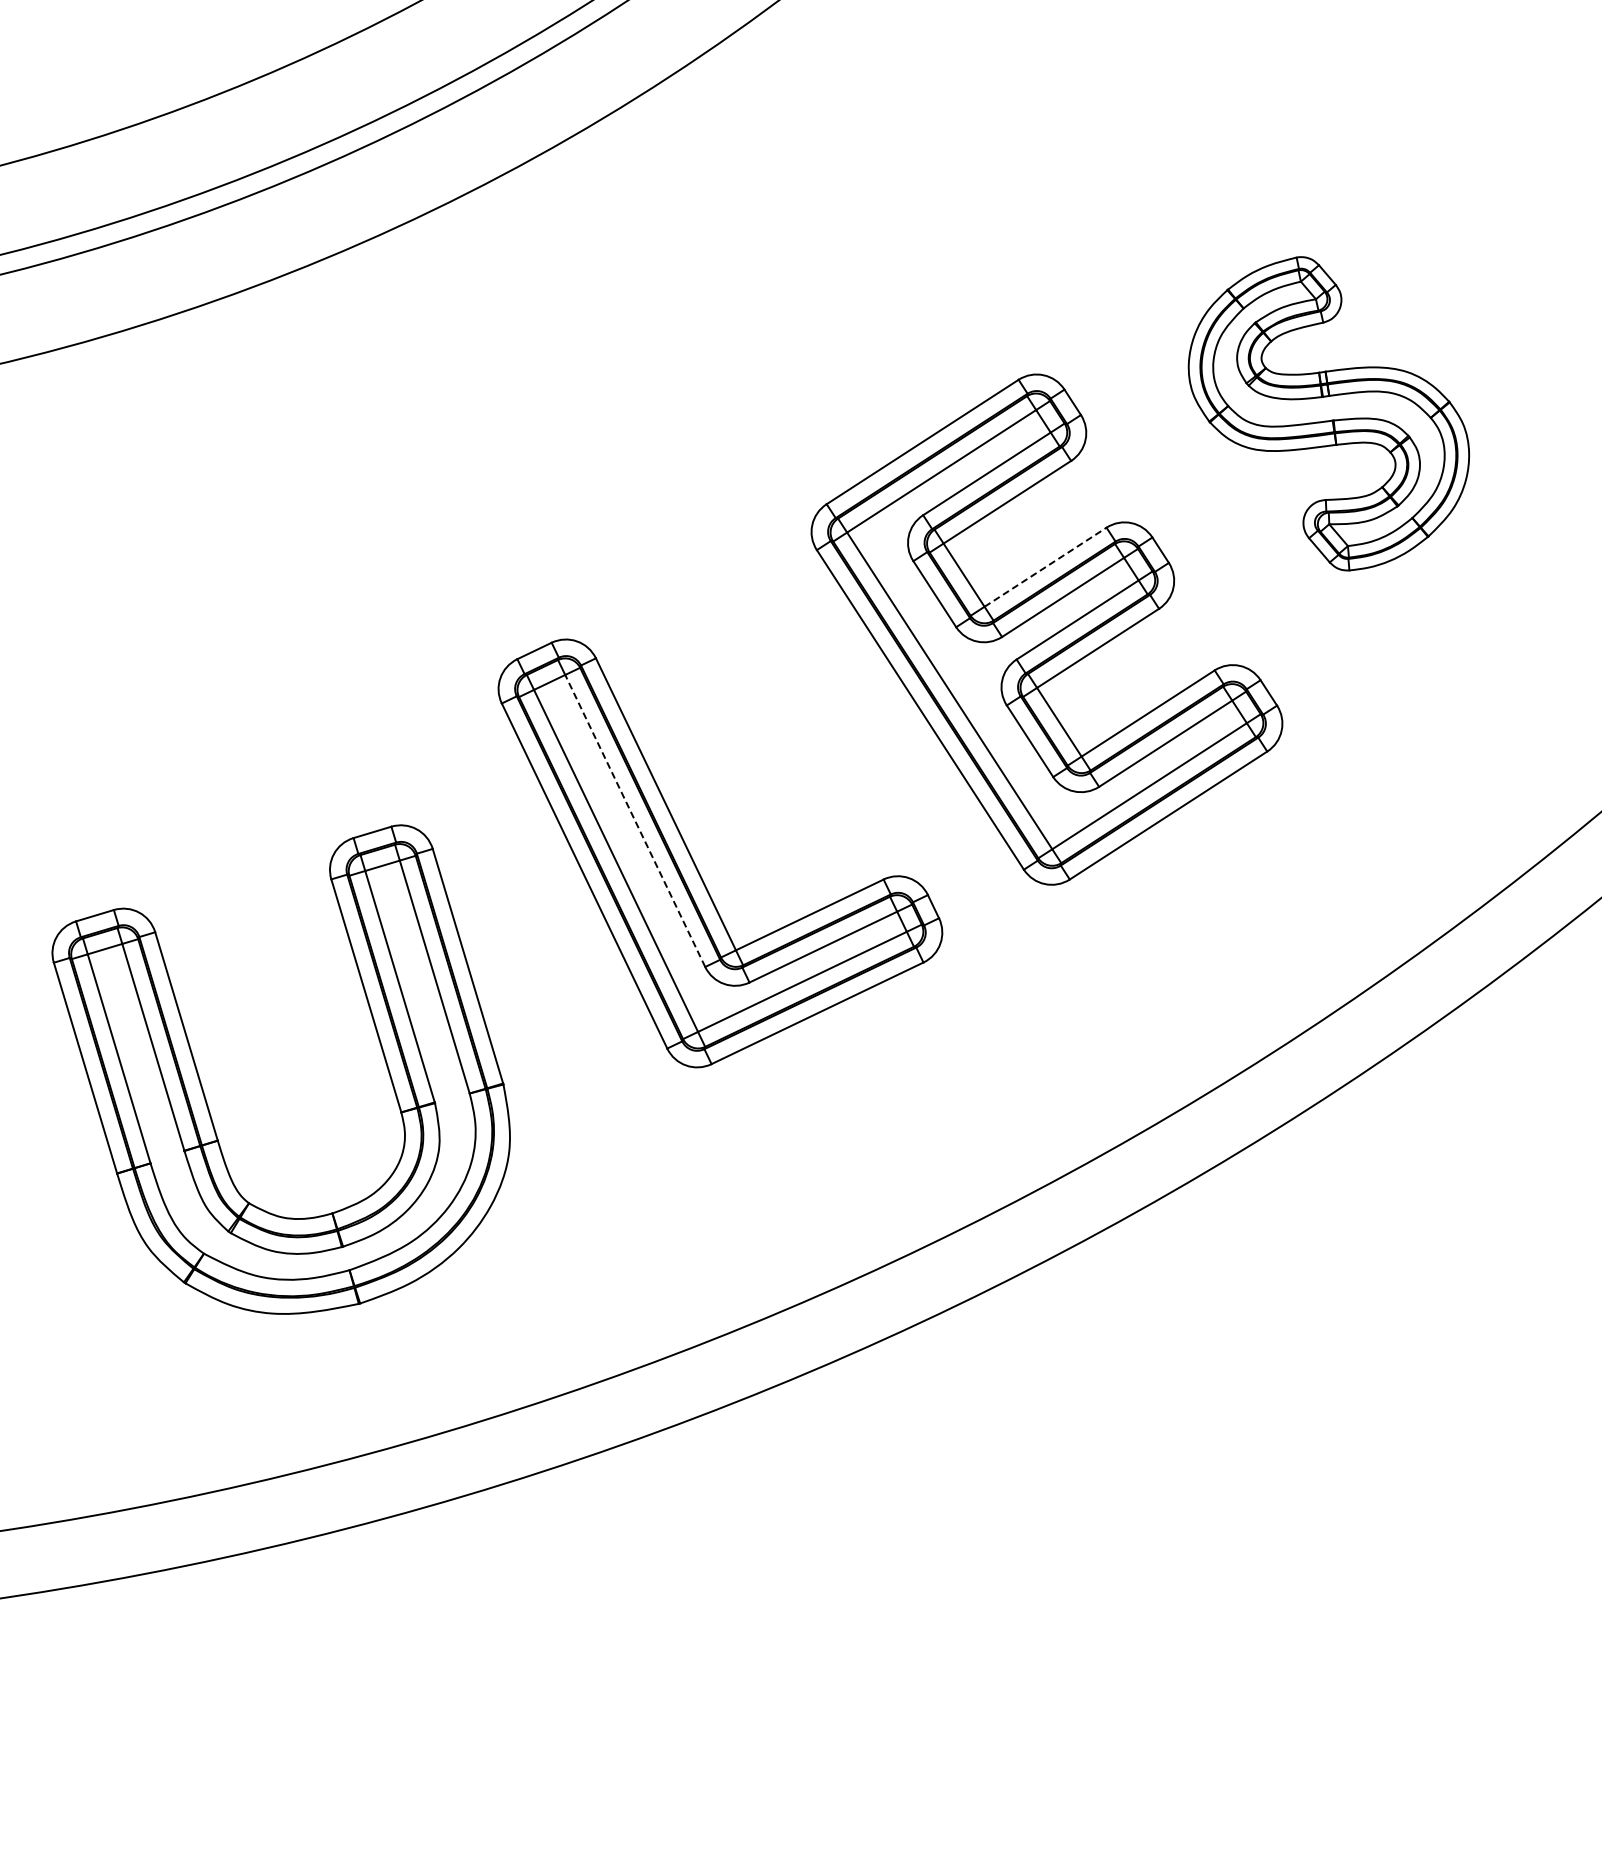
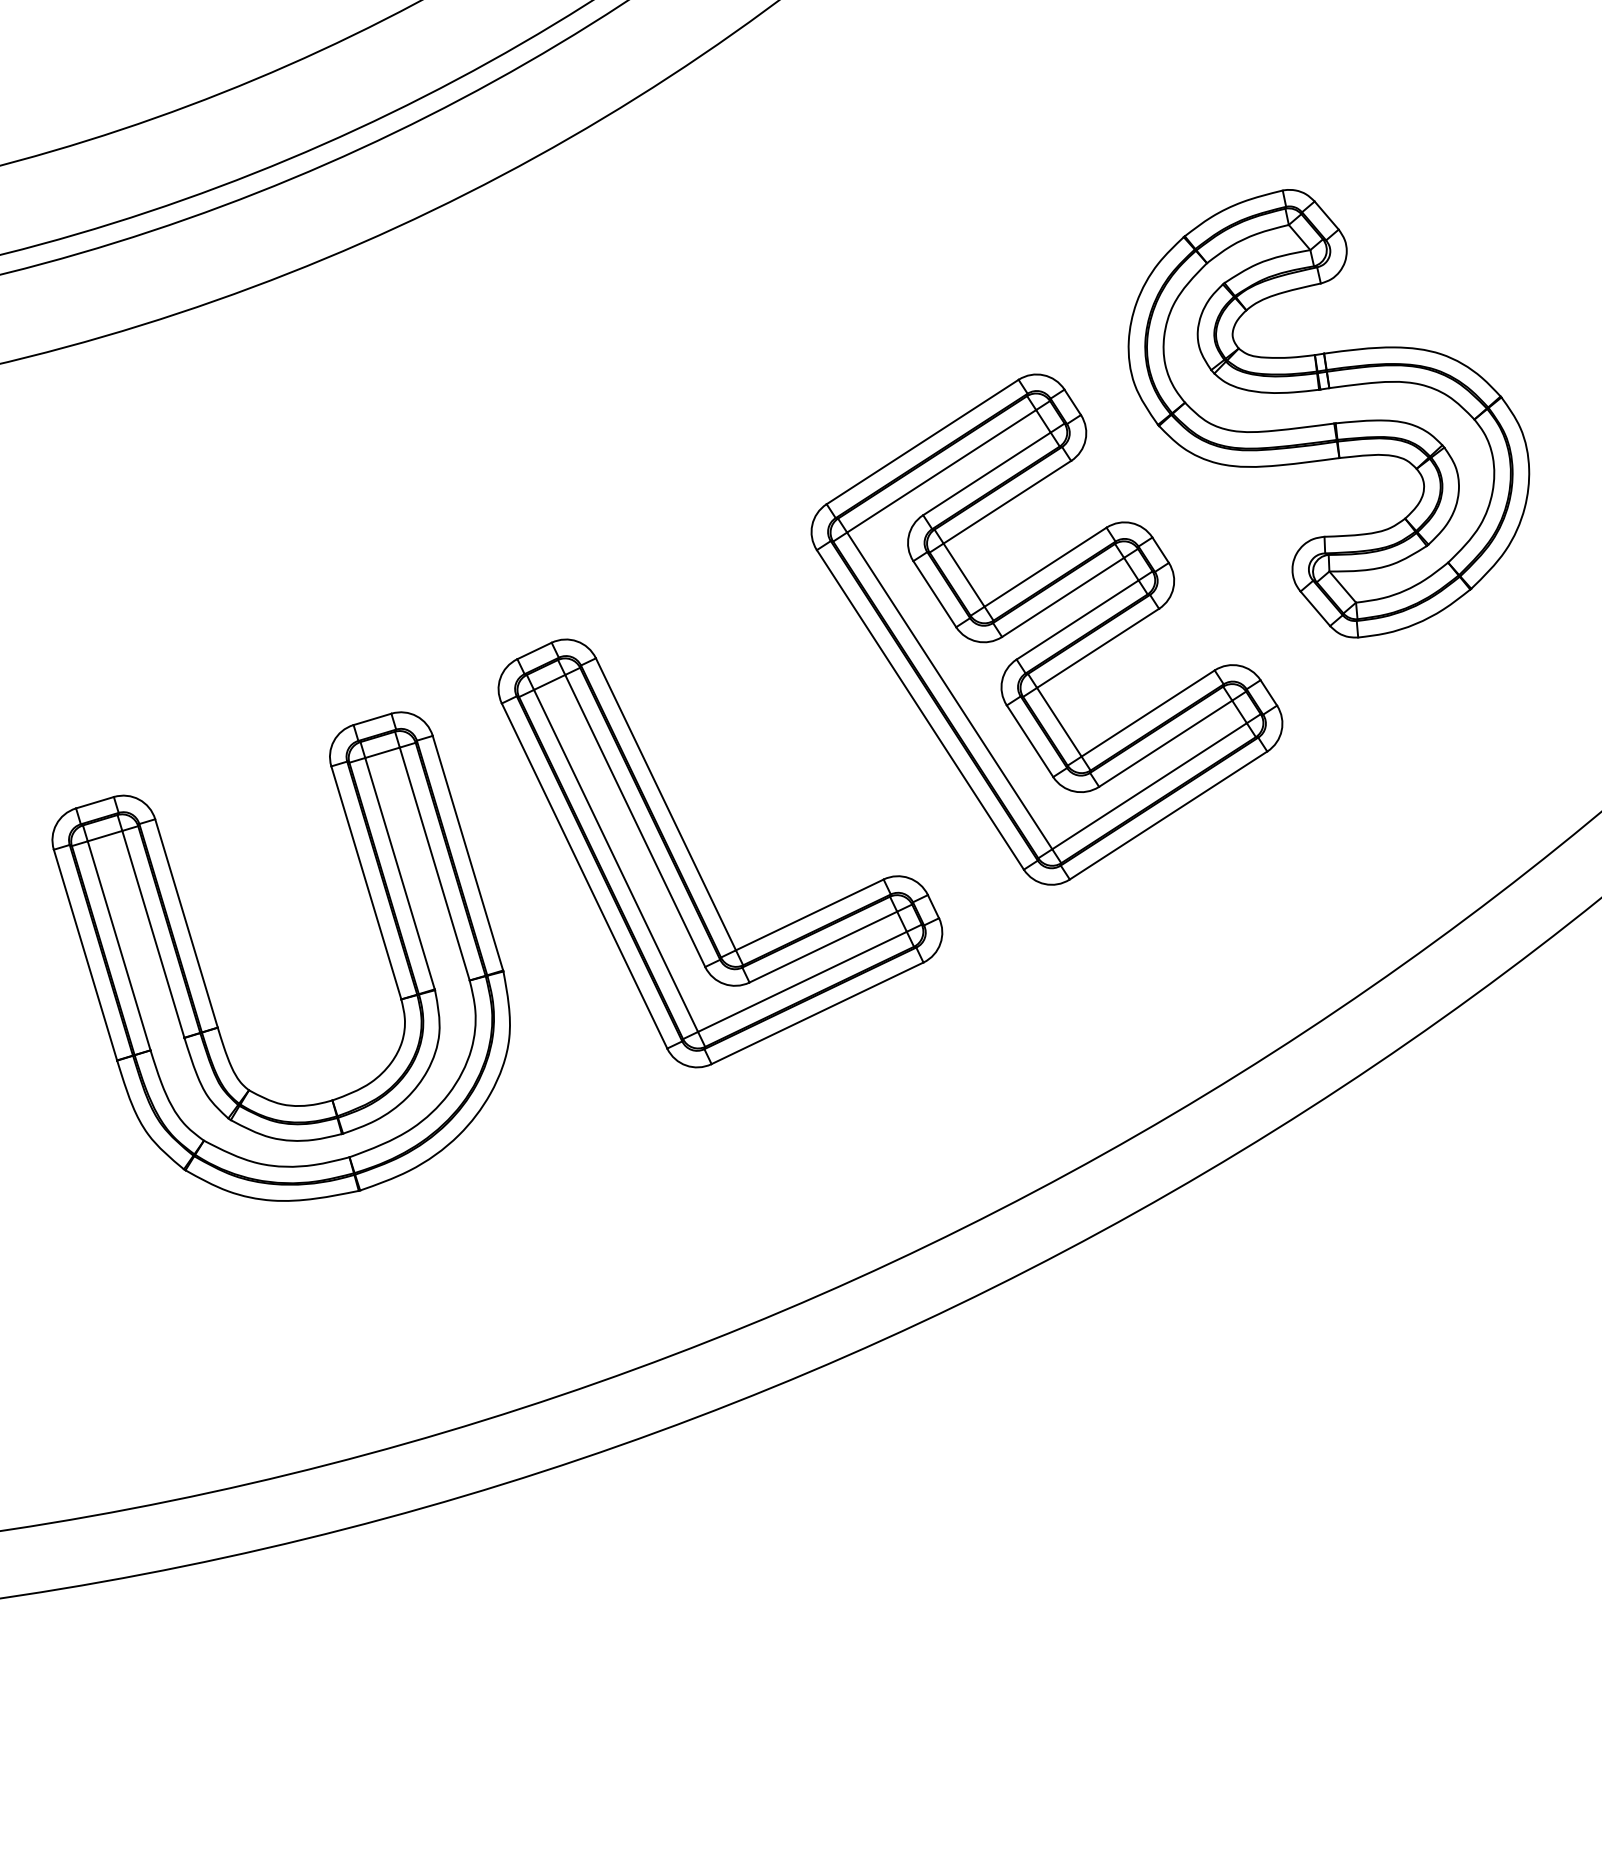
part at (1328, 413) size: 284x316 px -> 404x450 px
line at (1045, 567): dashed -> solid
line at (635, 820): dashed -> solid
part at (203, 1088) position: (203, 1088) -> (203, 975)
